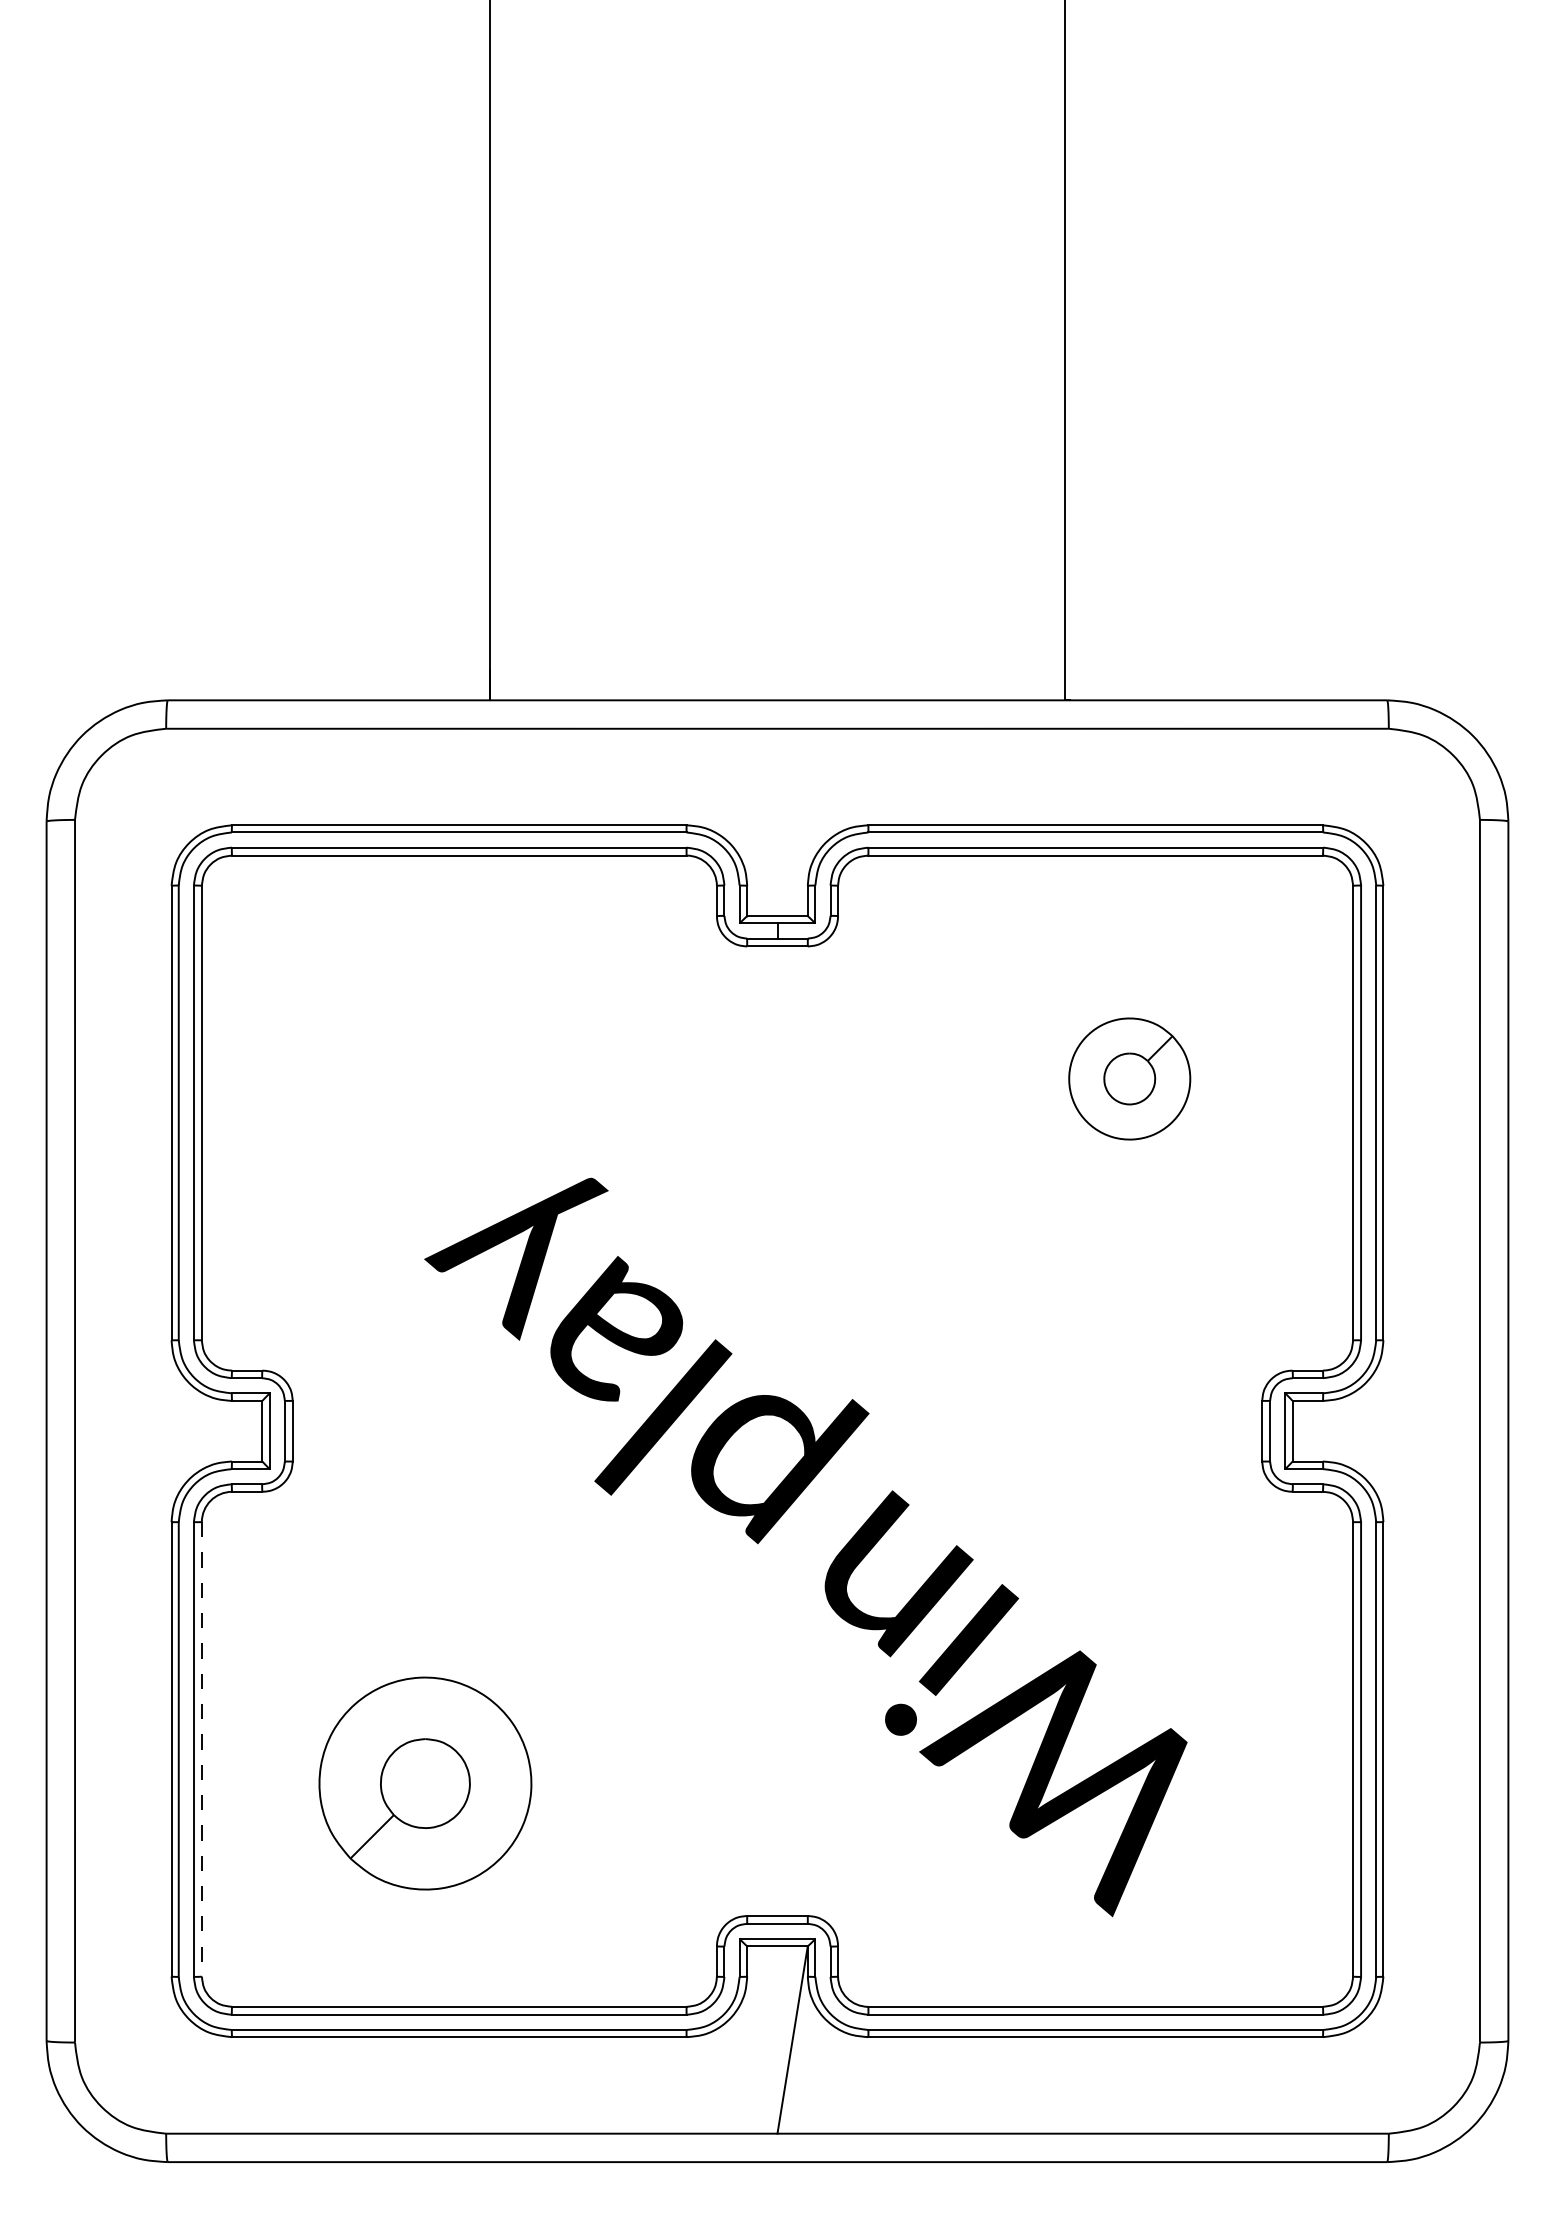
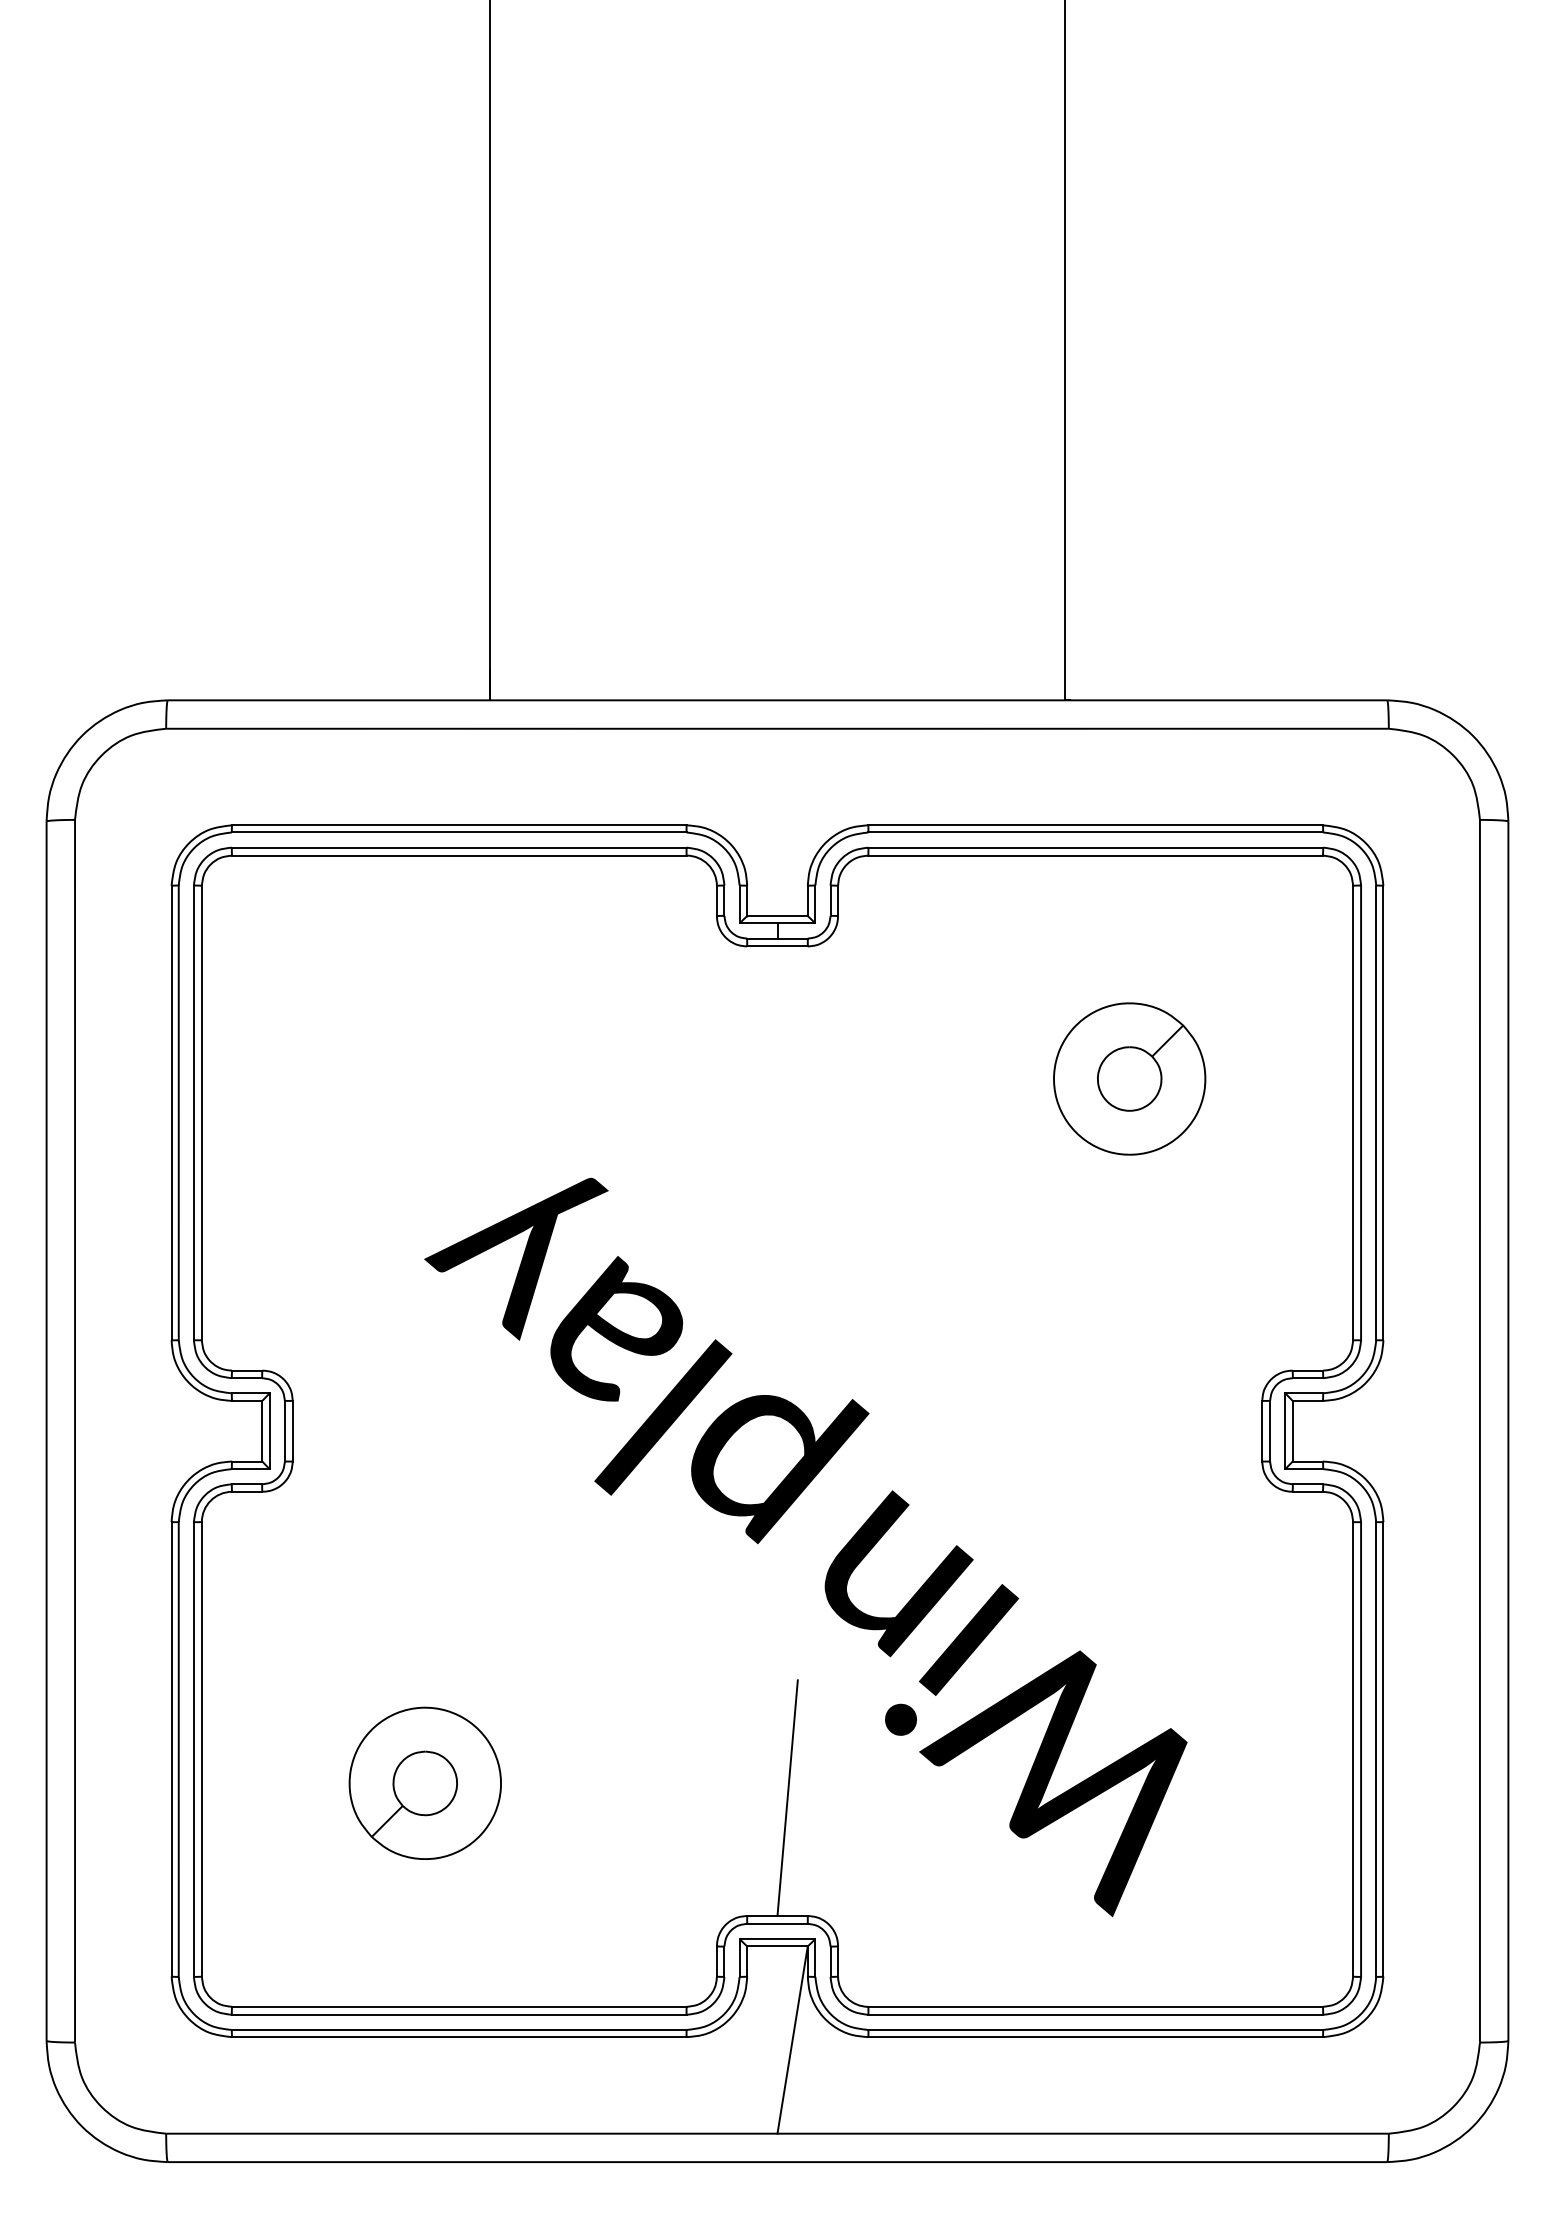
part at (1129, 1078) size: 124x124 px -> 154x154 px
line at (201, 1749): dashed -> solid
part at (425, 1783) size: 215x215 px -> 154x154 px
line at (787, 1797): none -> present
